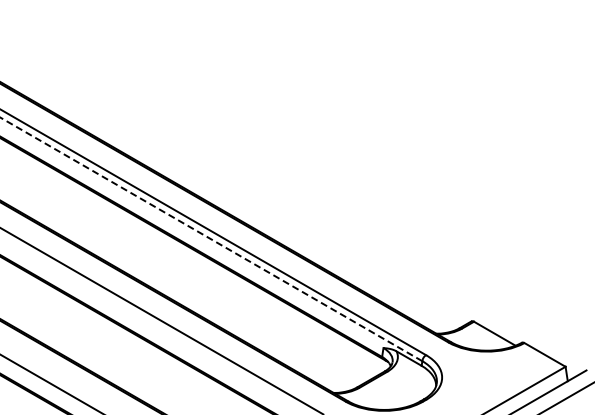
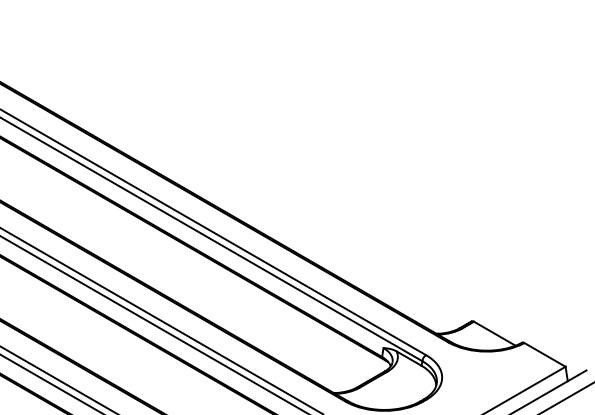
line at (211, 239): dashed -> solid
line at (153, 324): none -> present
line at (57, 379): none -> present
